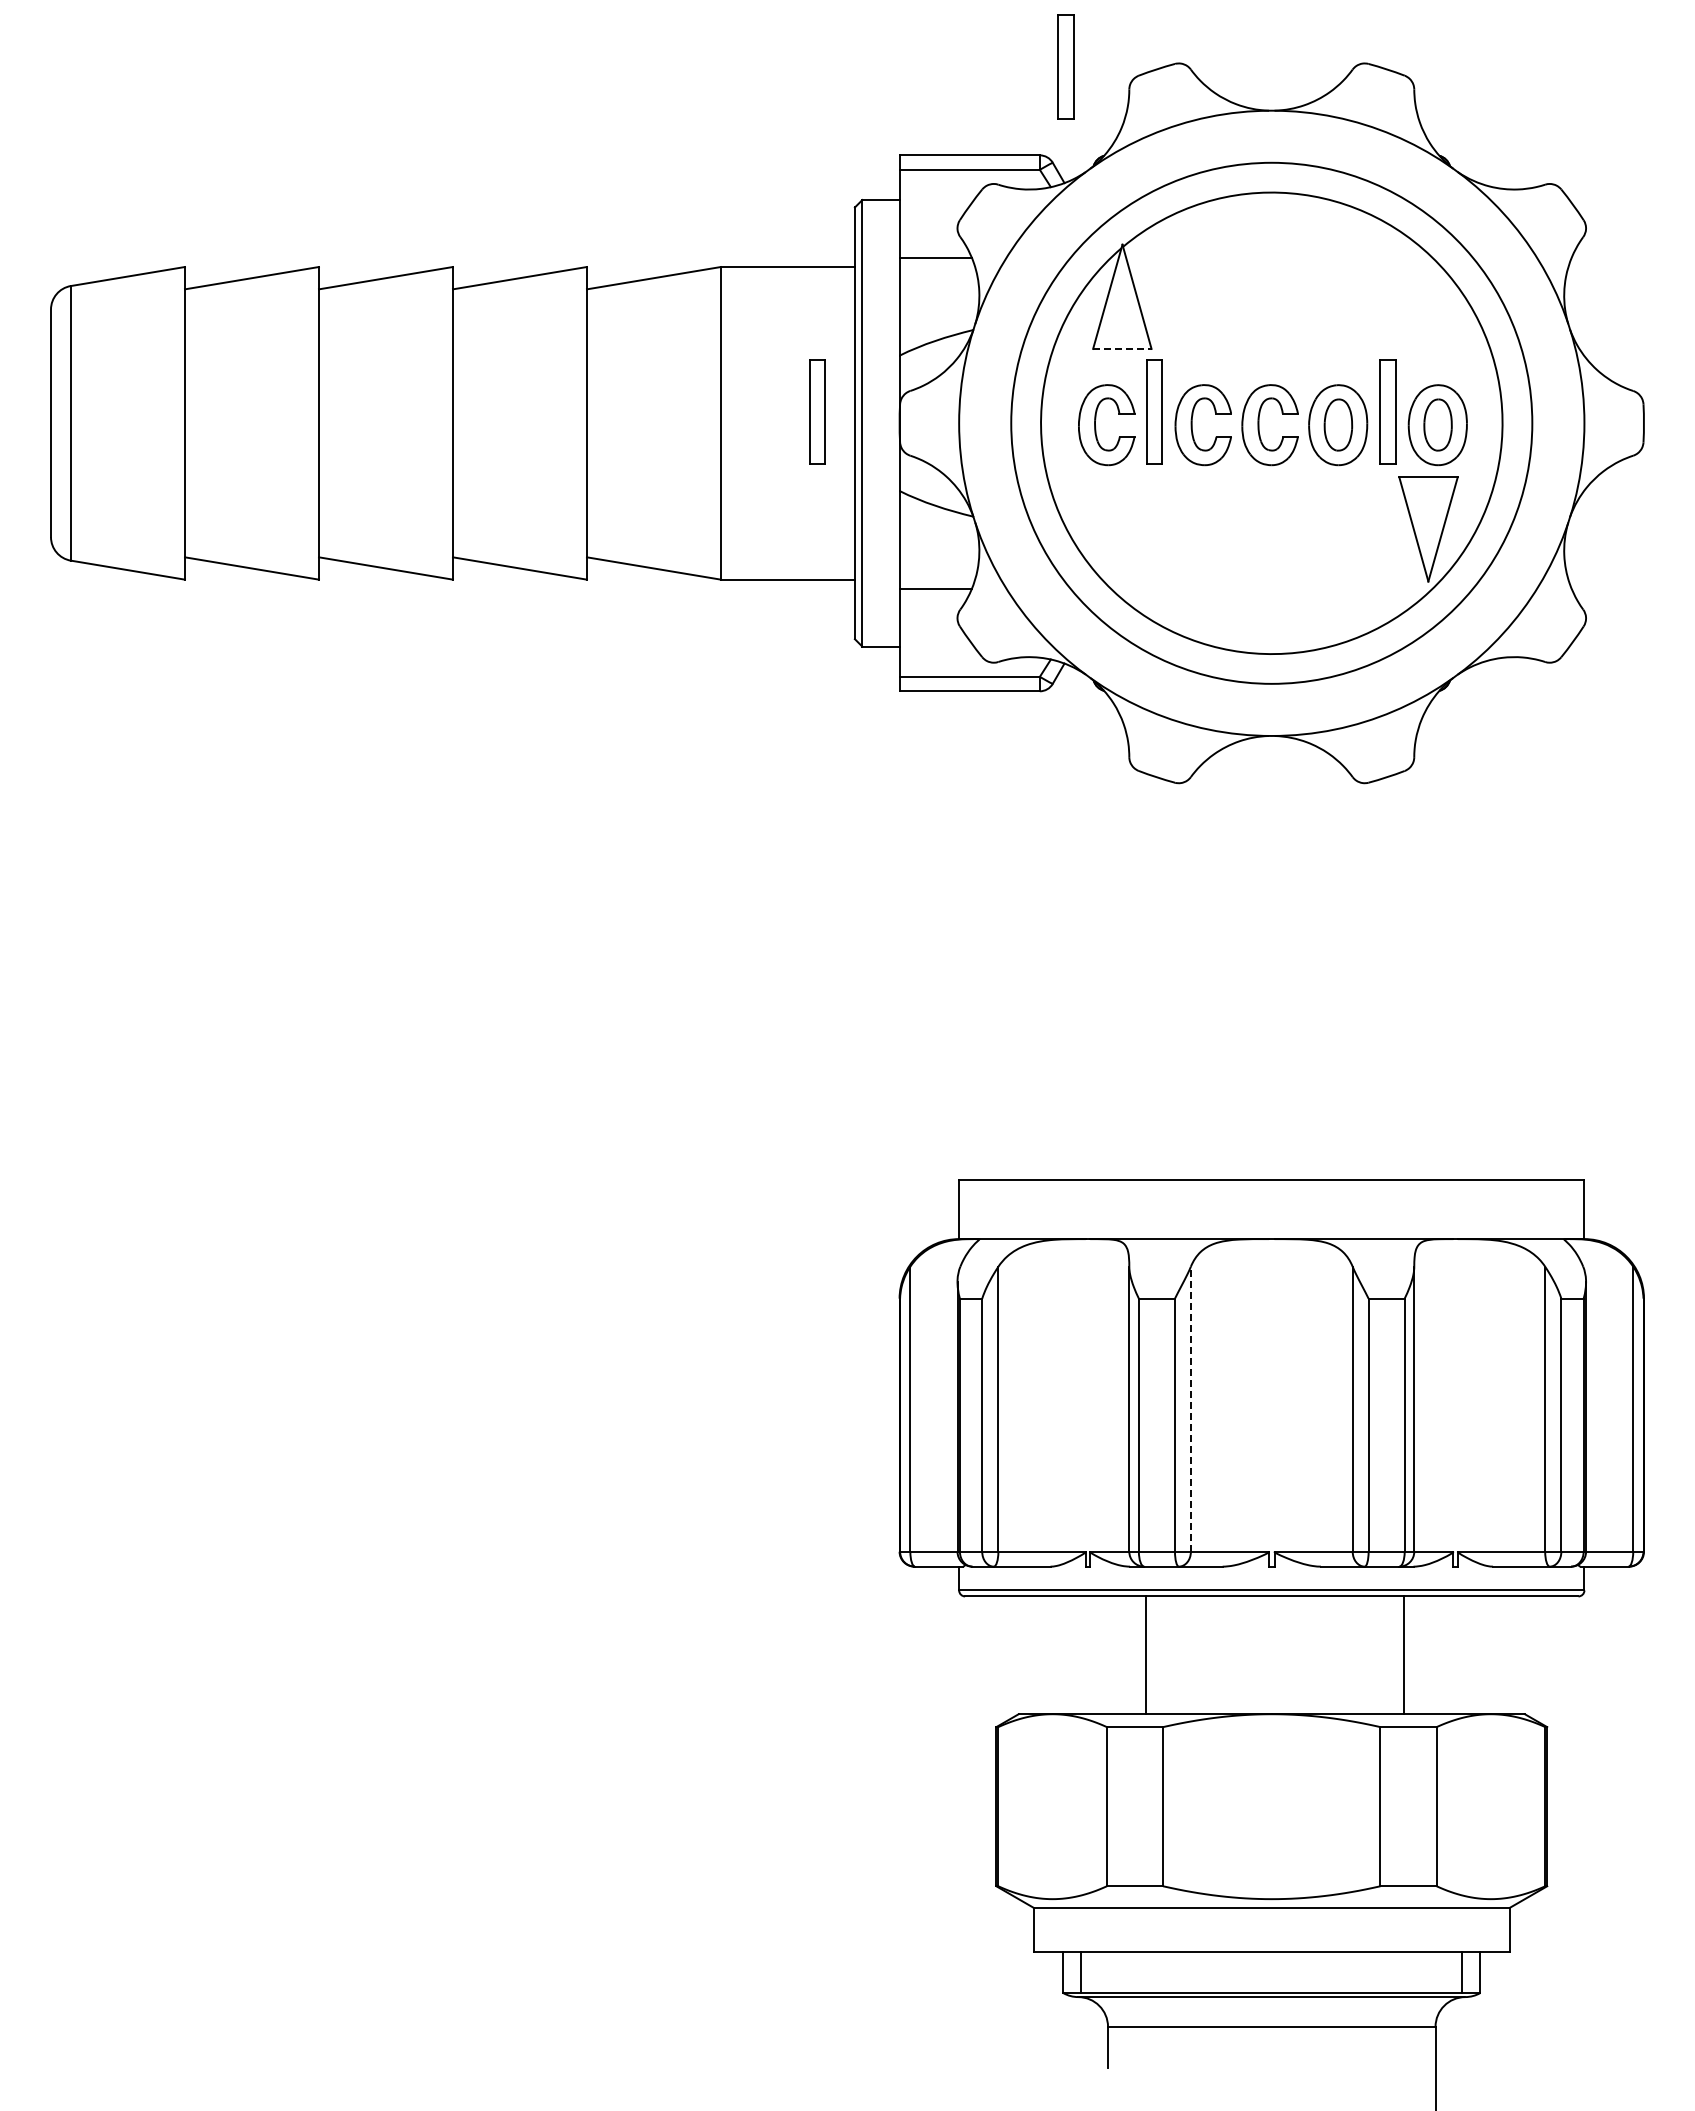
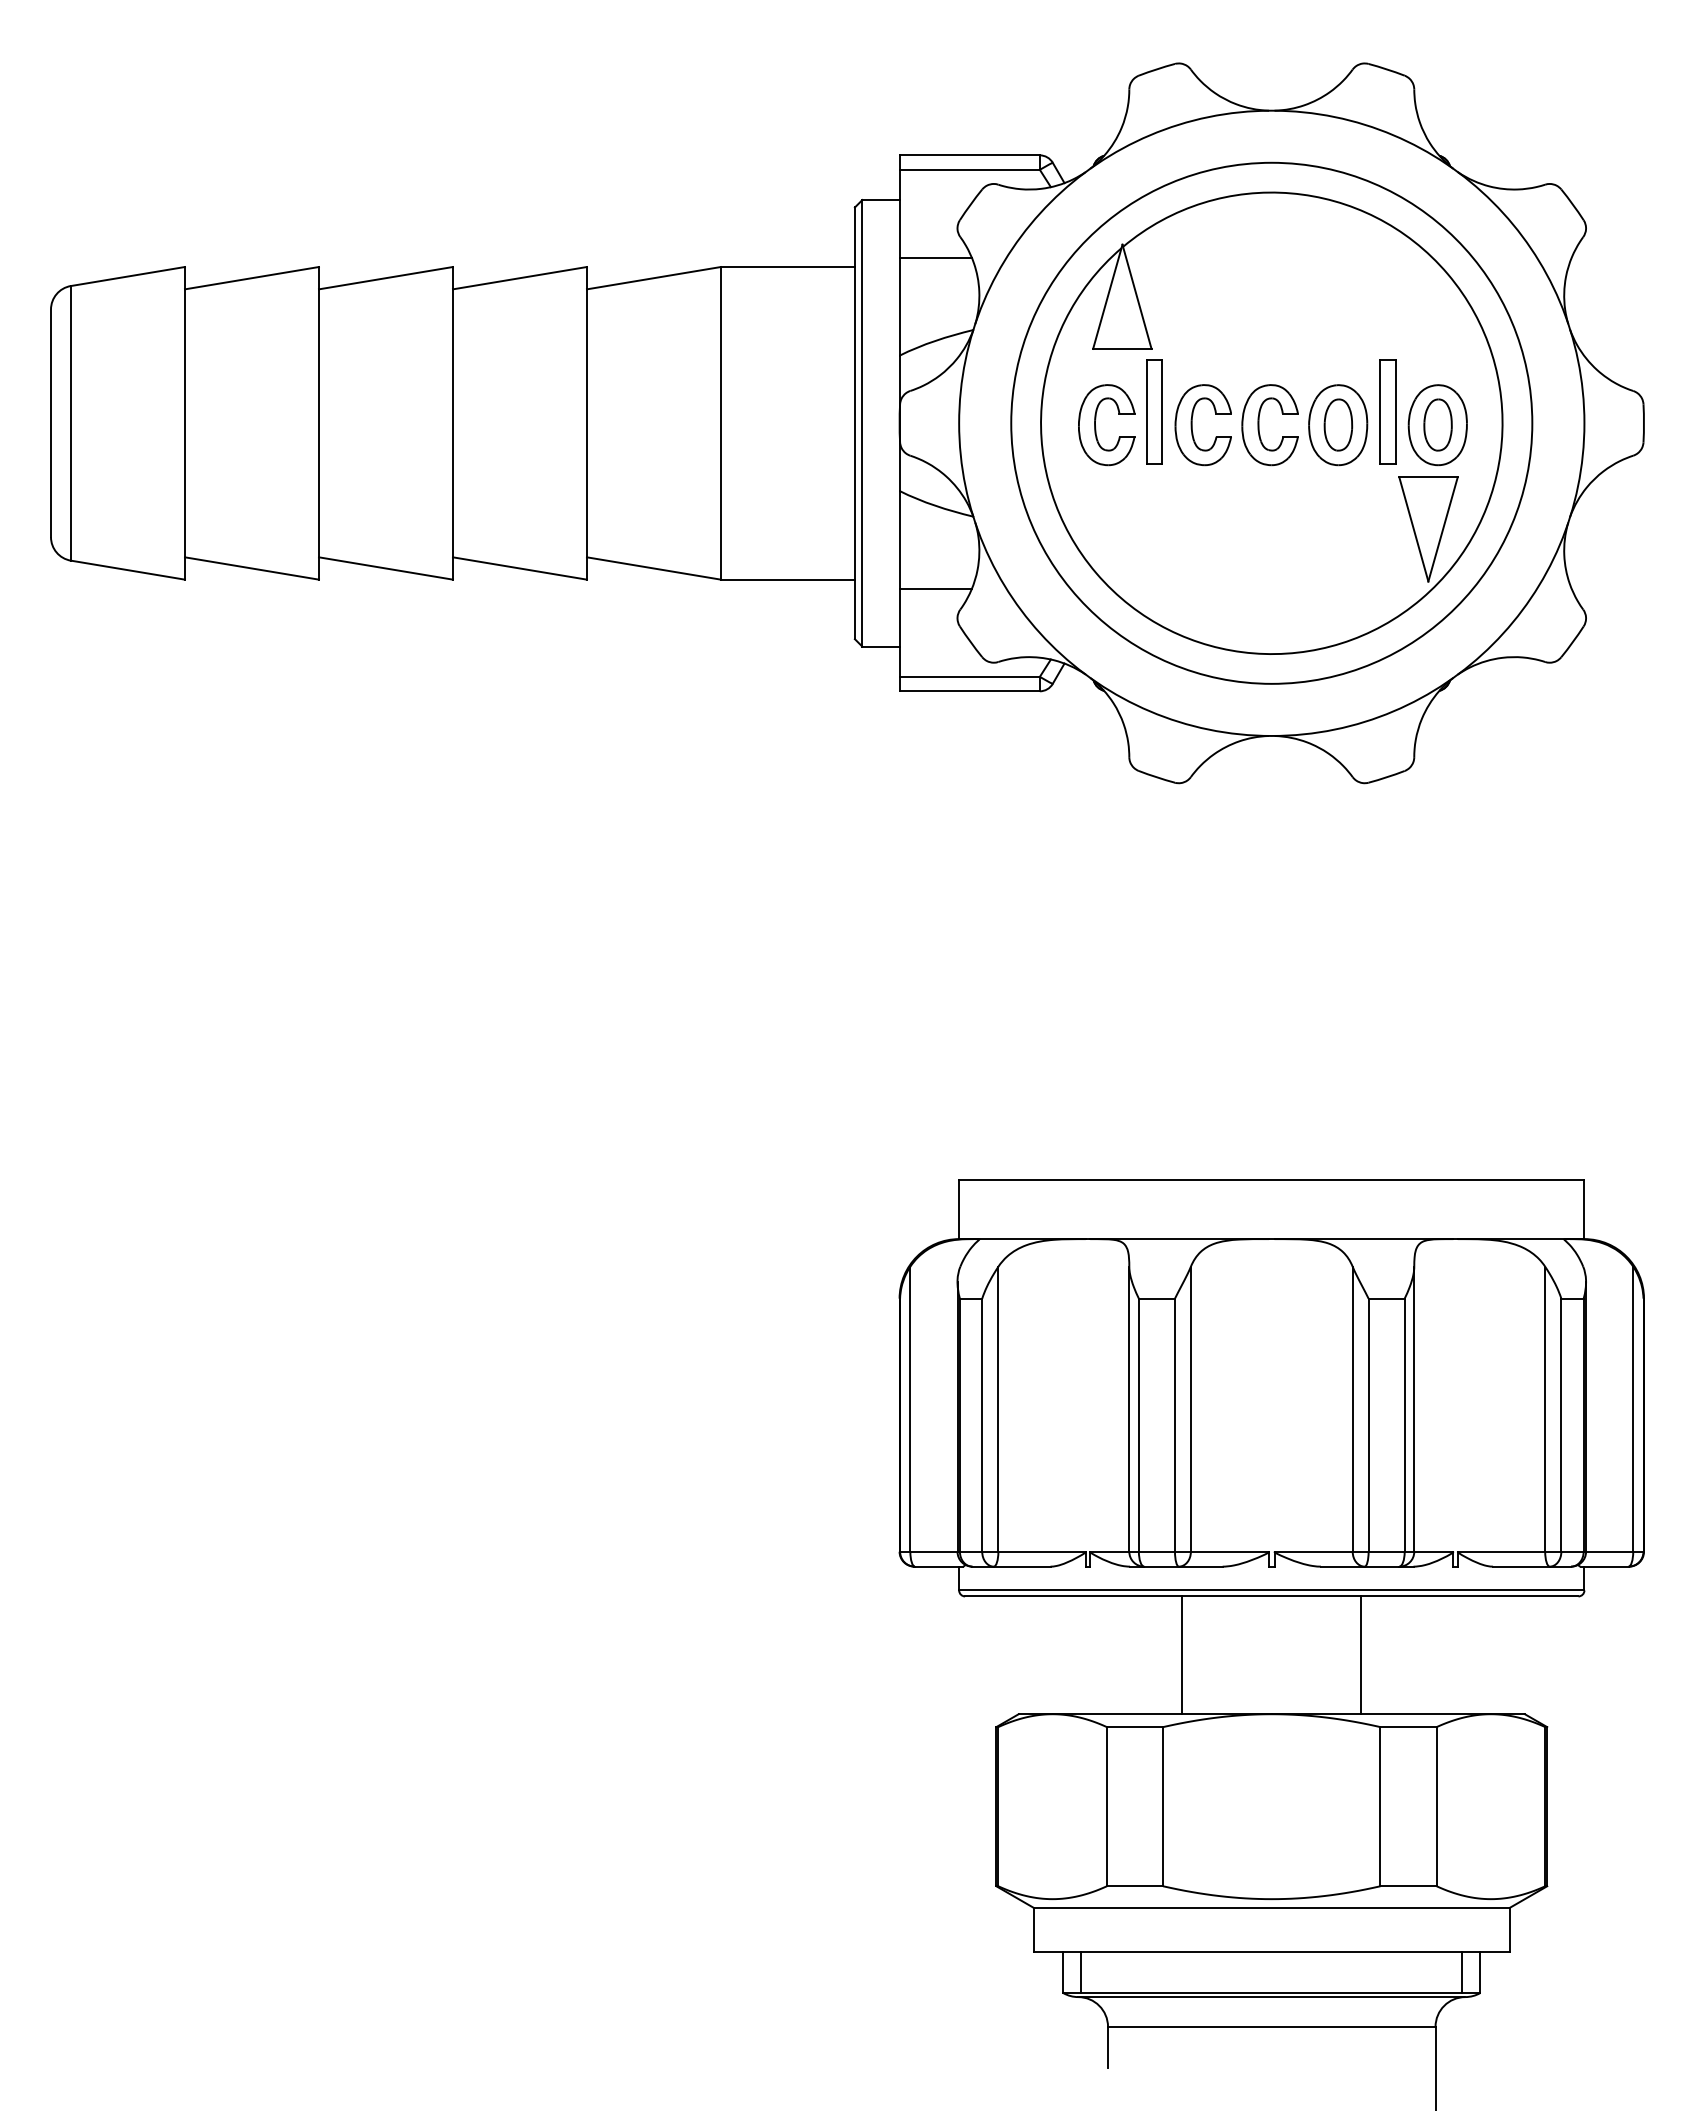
part at (1065, 66): present -> none
line at (1122, 348): dashed -> solid
part at (817, 411): present -> none
line at (1190, 1409): dashed -> solid
line at (1146, 1655) position: (1146, 1655) -> (1182, 1655)
line at (1404, 1655) position: (1404, 1655) -> (1361, 1655)
